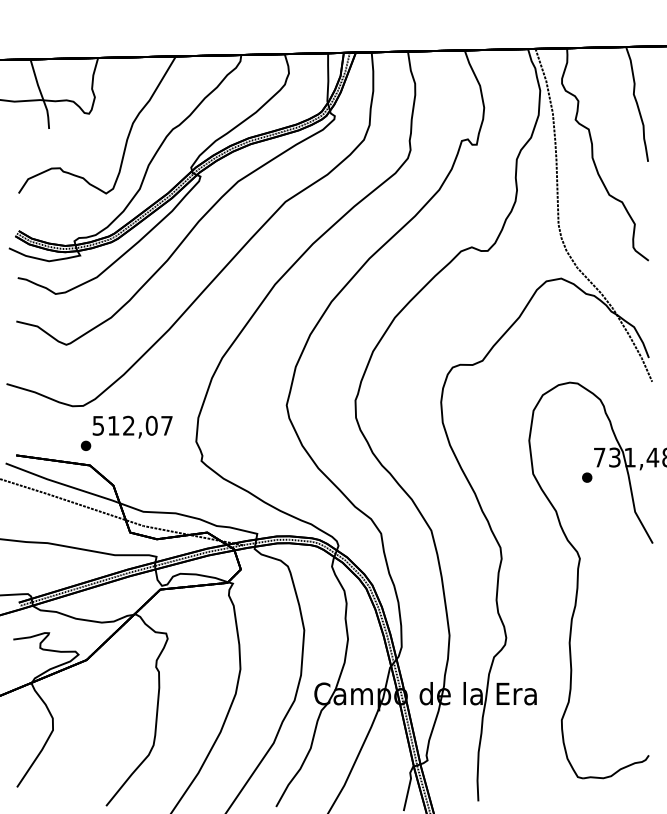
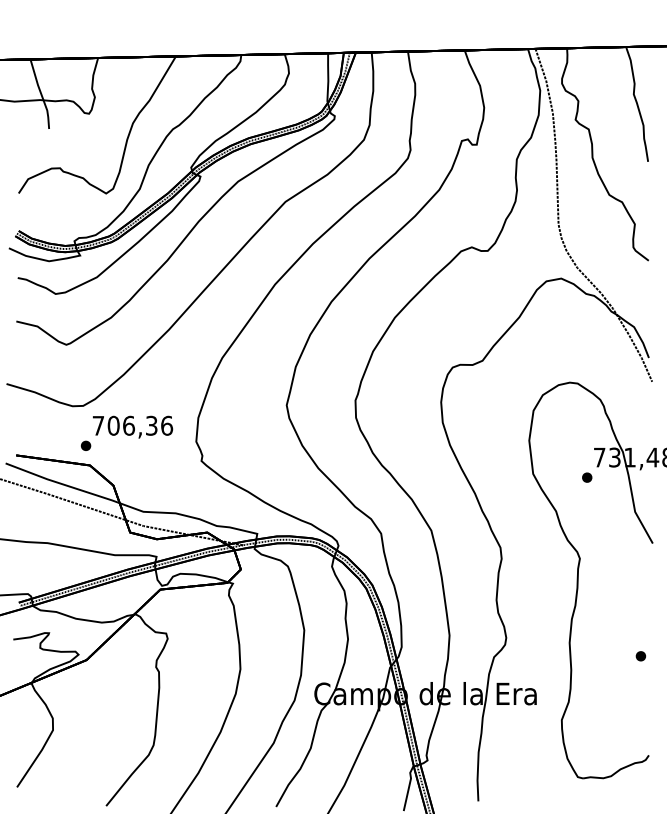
text at (132, 425): 512,07 -> 706,36
part at (640, 656): none -> present
